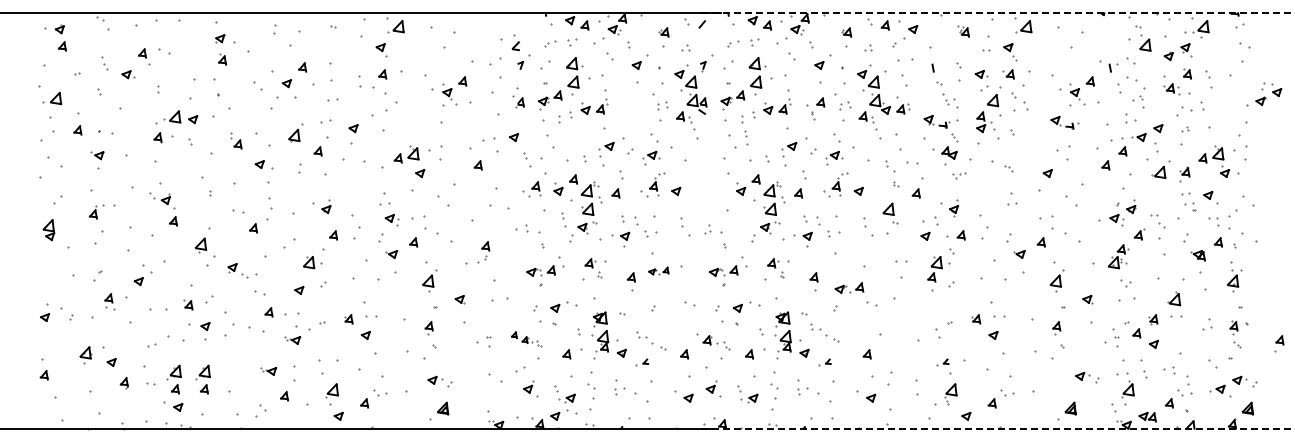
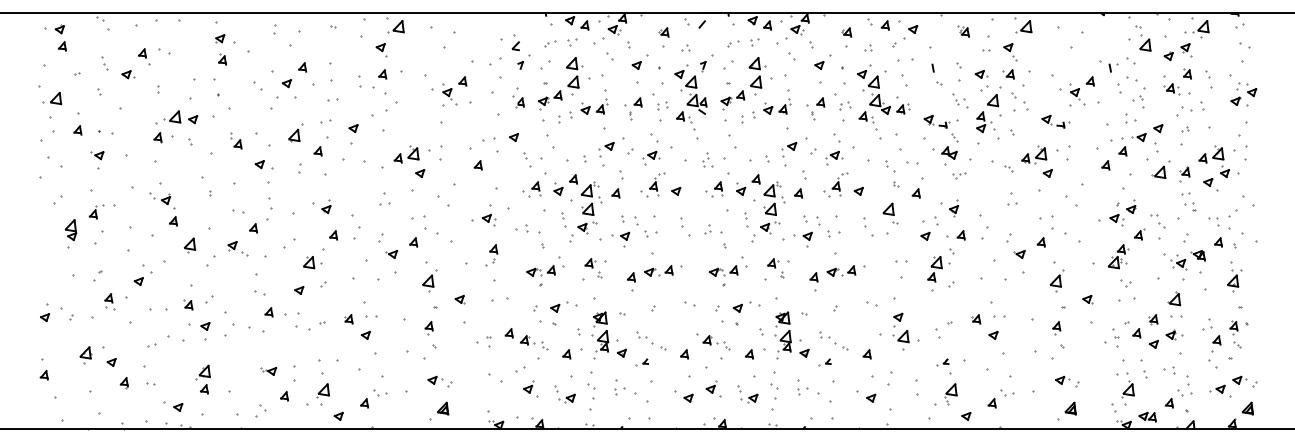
line at (998, 13): dashed -> solid
part at (1268, 93) position: (1268, 93) -> (1243, 93)
part at (950, 100) position: (950, 100) -> (960, 100)
part at (633, 108): none -> present
part at (1064, 122) position: (1064, 122) -> (1055, 121)
part at (746, 137) position: (746, 137) -> (746, 219)
part at (1034, 154): none -> present
part at (707, 159): none -> present
part at (714, 189): none -> present
part at (1210, 197) position: (1210, 197) -> (1210, 184)
part at (391, 220) position: (391, 220) -> (488, 220)
part at (48, 230) position: (48, 230) -> (70, 230)
part at (200, 245) position: (200, 245) -> (189, 245)
part at (483, 252) position: (483, 252) -> (491, 255)
part at (1178, 262): none -> present
part at (237, 270) position: (237, 270) -> (237, 248)
part at (658, 270) size: 22x10 px -> 30x12 px
part at (849, 287) position: (849, 287) -> (841, 270)
part at (900, 331): none -> present
part at (824, 332) position: (824, 332) -> (833, 340)
part at (1174, 334): none -> present
part at (526, 339) size: 32x17 px -> 45x23 px
part at (292, 340): present -> none
part at (1279, 343) position: (1279, 343) -> (1216, 343)
part at (1087, 377) position: (1087, 377) -> (1067, 381)
part at (173, 379): present -> none
part at (331, 394) position: (331, 394) -> (322, 394)
part at (563, 414): present -> none
line at (998, 428): dashed -> solid
